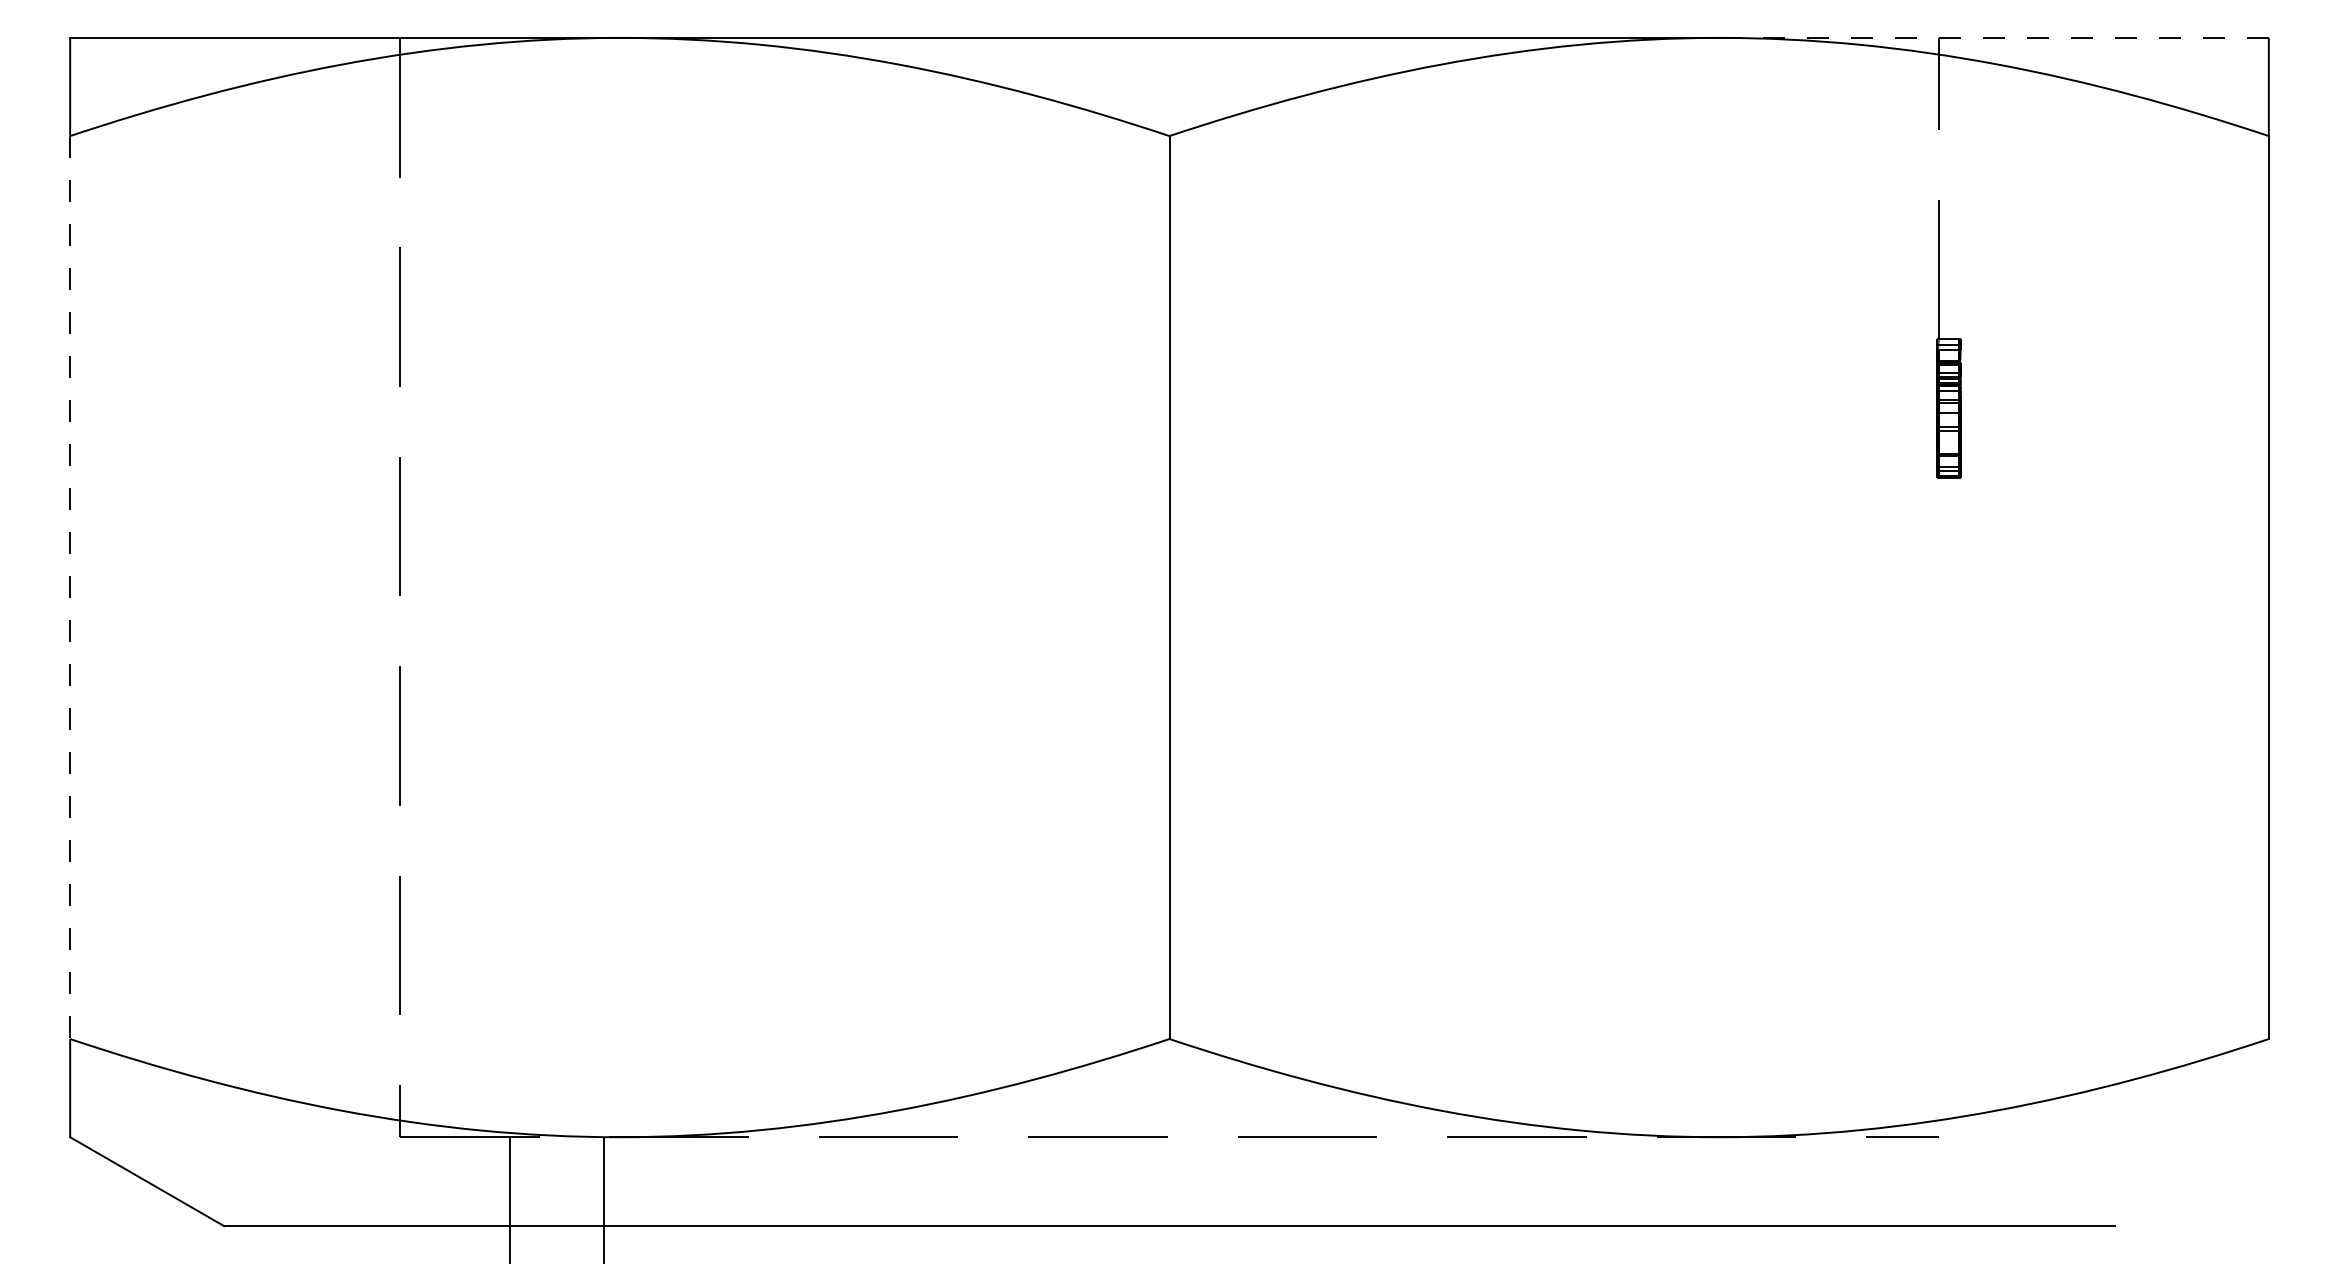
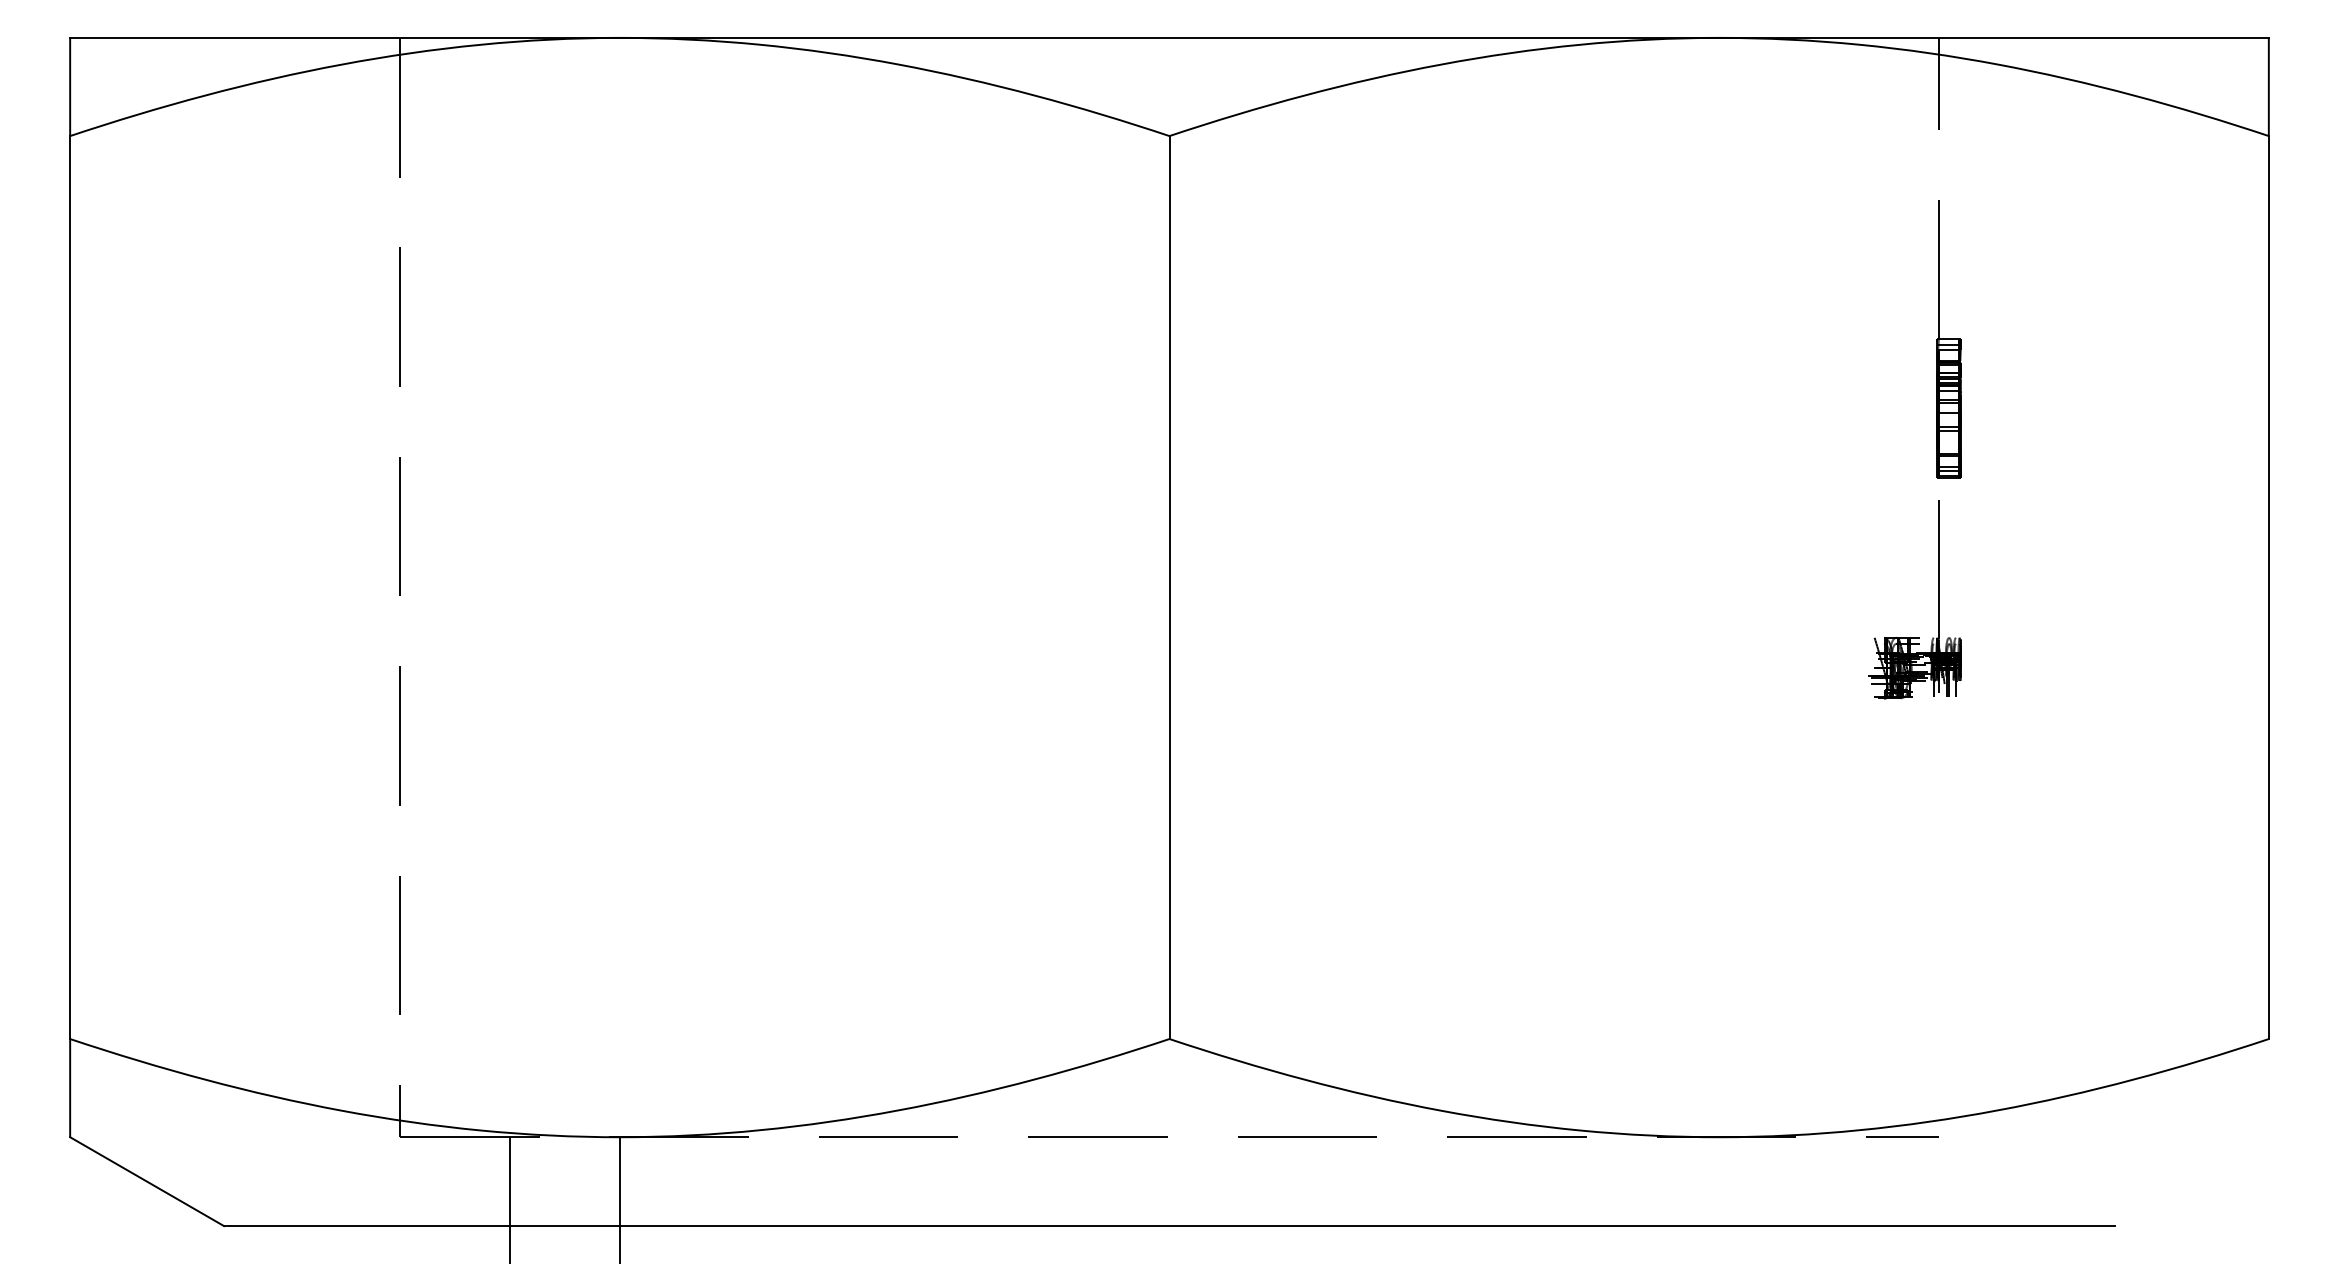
line at (1993, 37): dashed -> solid
line at (70, 588): dashed -> solid
part at (1938, 599): none -> present
line at (603, 1198) position: (603, 1198) -> (619, 1198)
